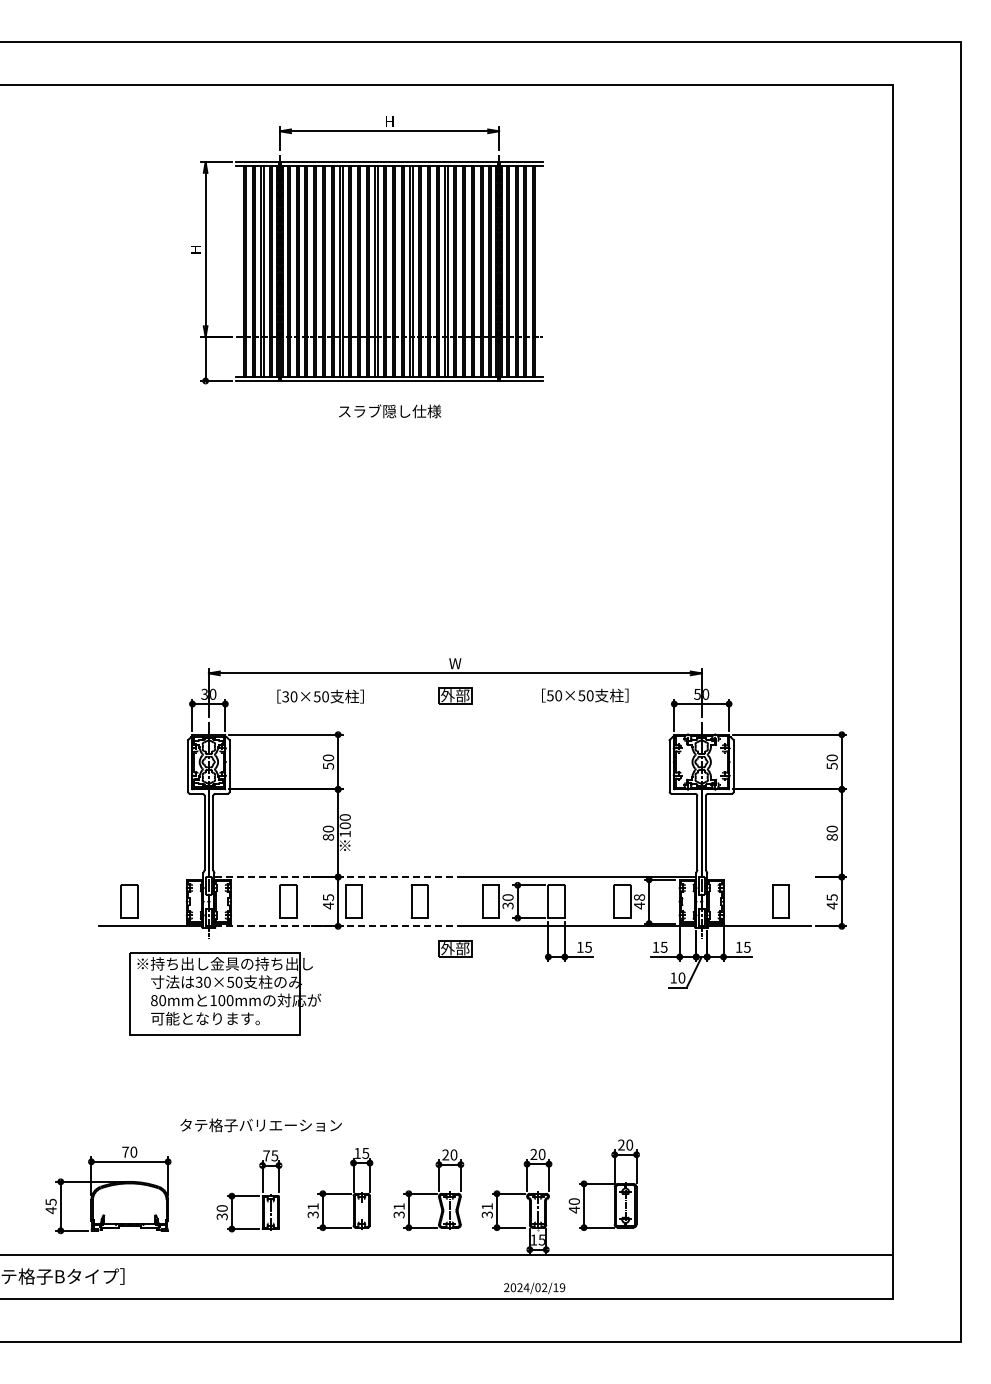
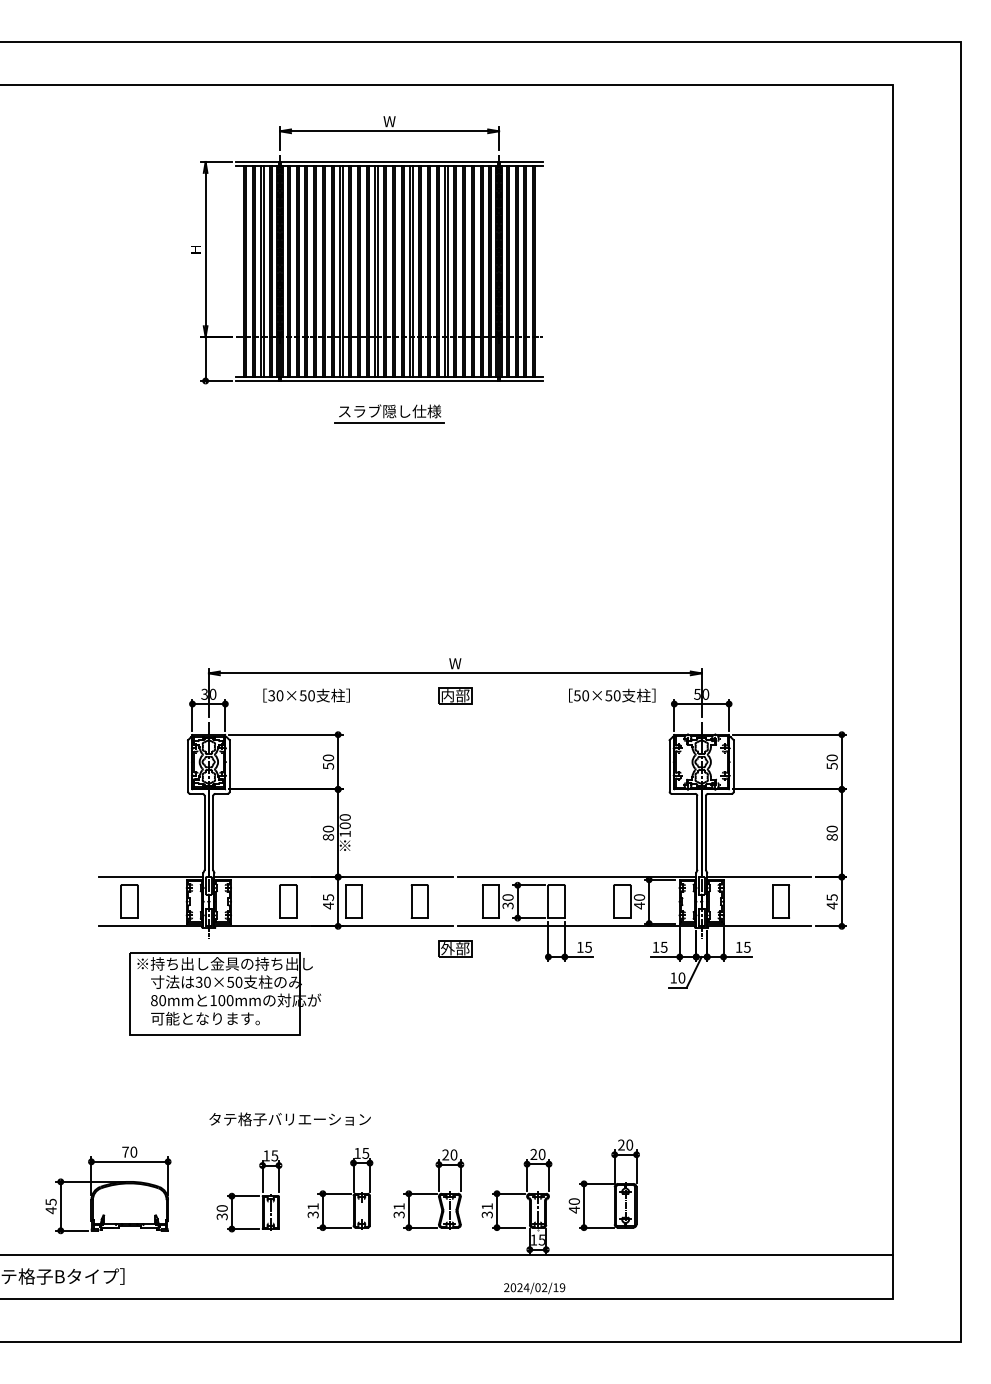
text at (389, 121): H -> W
line at (389, 422): none -> present
text at (447, 695): 外部 -> 内部
text at (585, 695) position: (585, 695) -> (612, 695)
text at (320, 696) position: (320, 696) -> (306, 695)
line at (151, 877): none -> present
line at (333, 877): dashed -> solid
line at (759, 877): none -> present
text at (639, 897): 48 -> 40
line at (333, 926): dashed -> solid
text at (260, 1125) position: (260, 1125) -> (289, 1119)
text at (266, 1155): 75 -> 15
